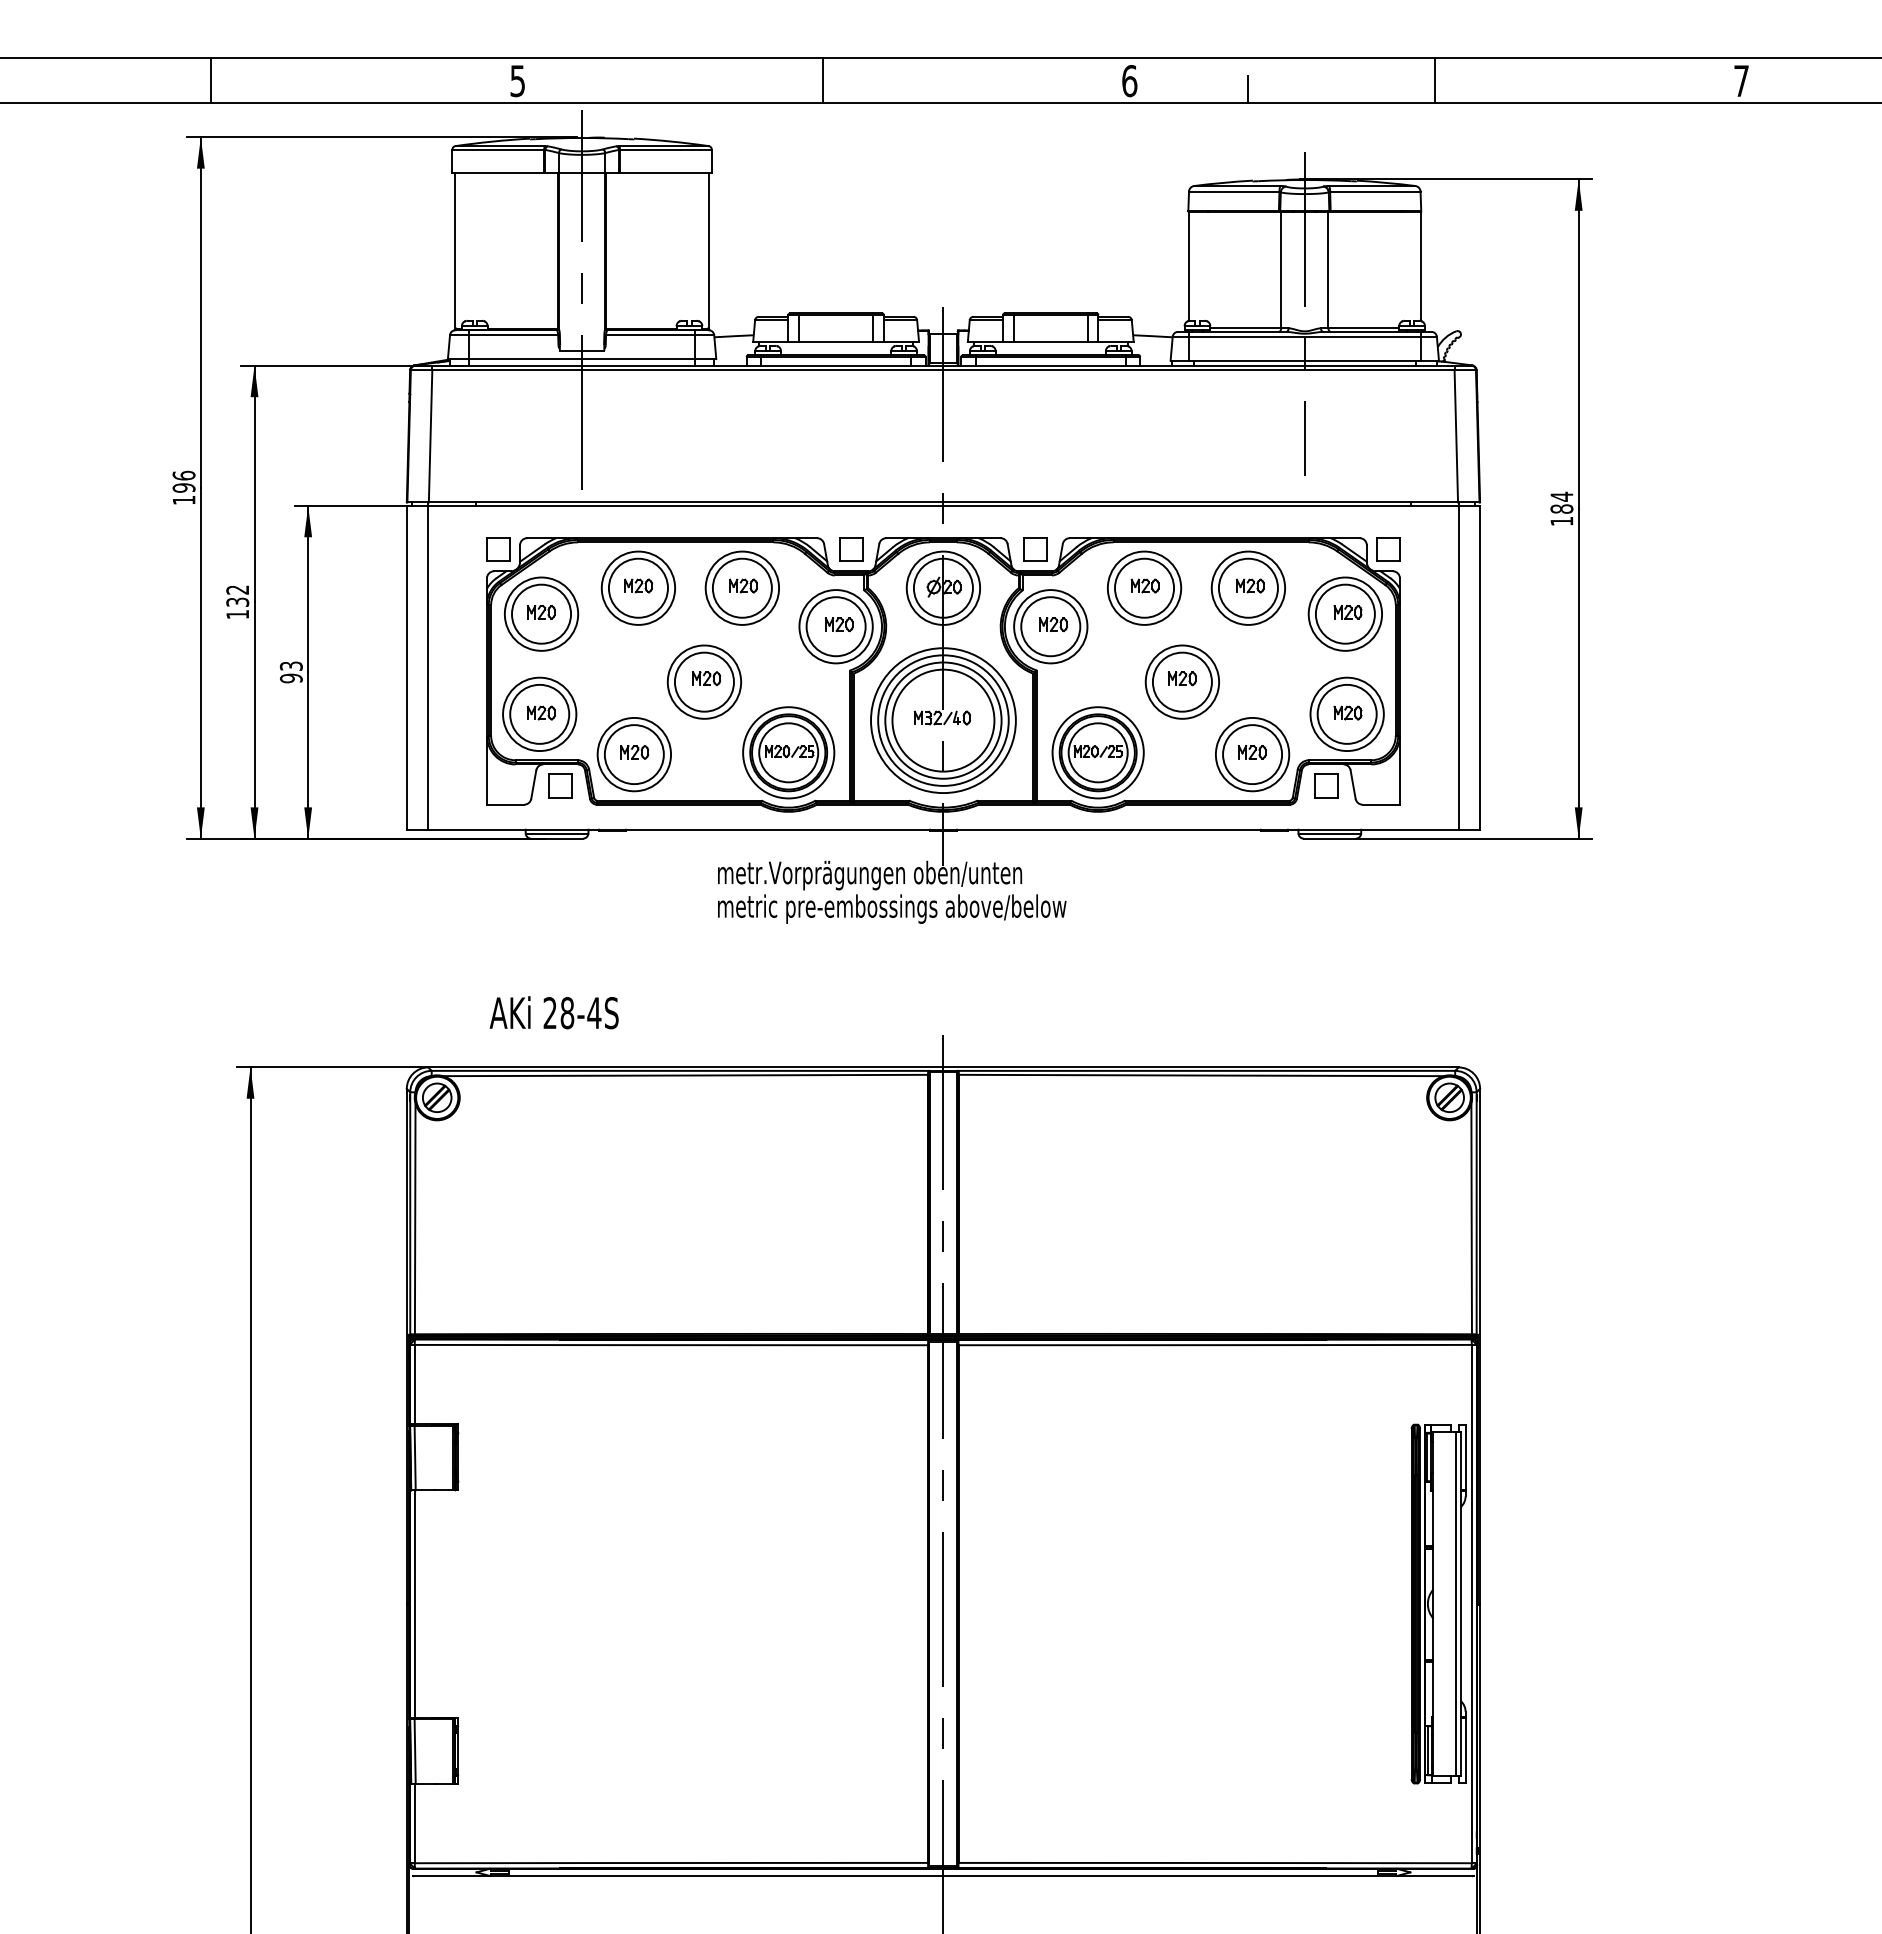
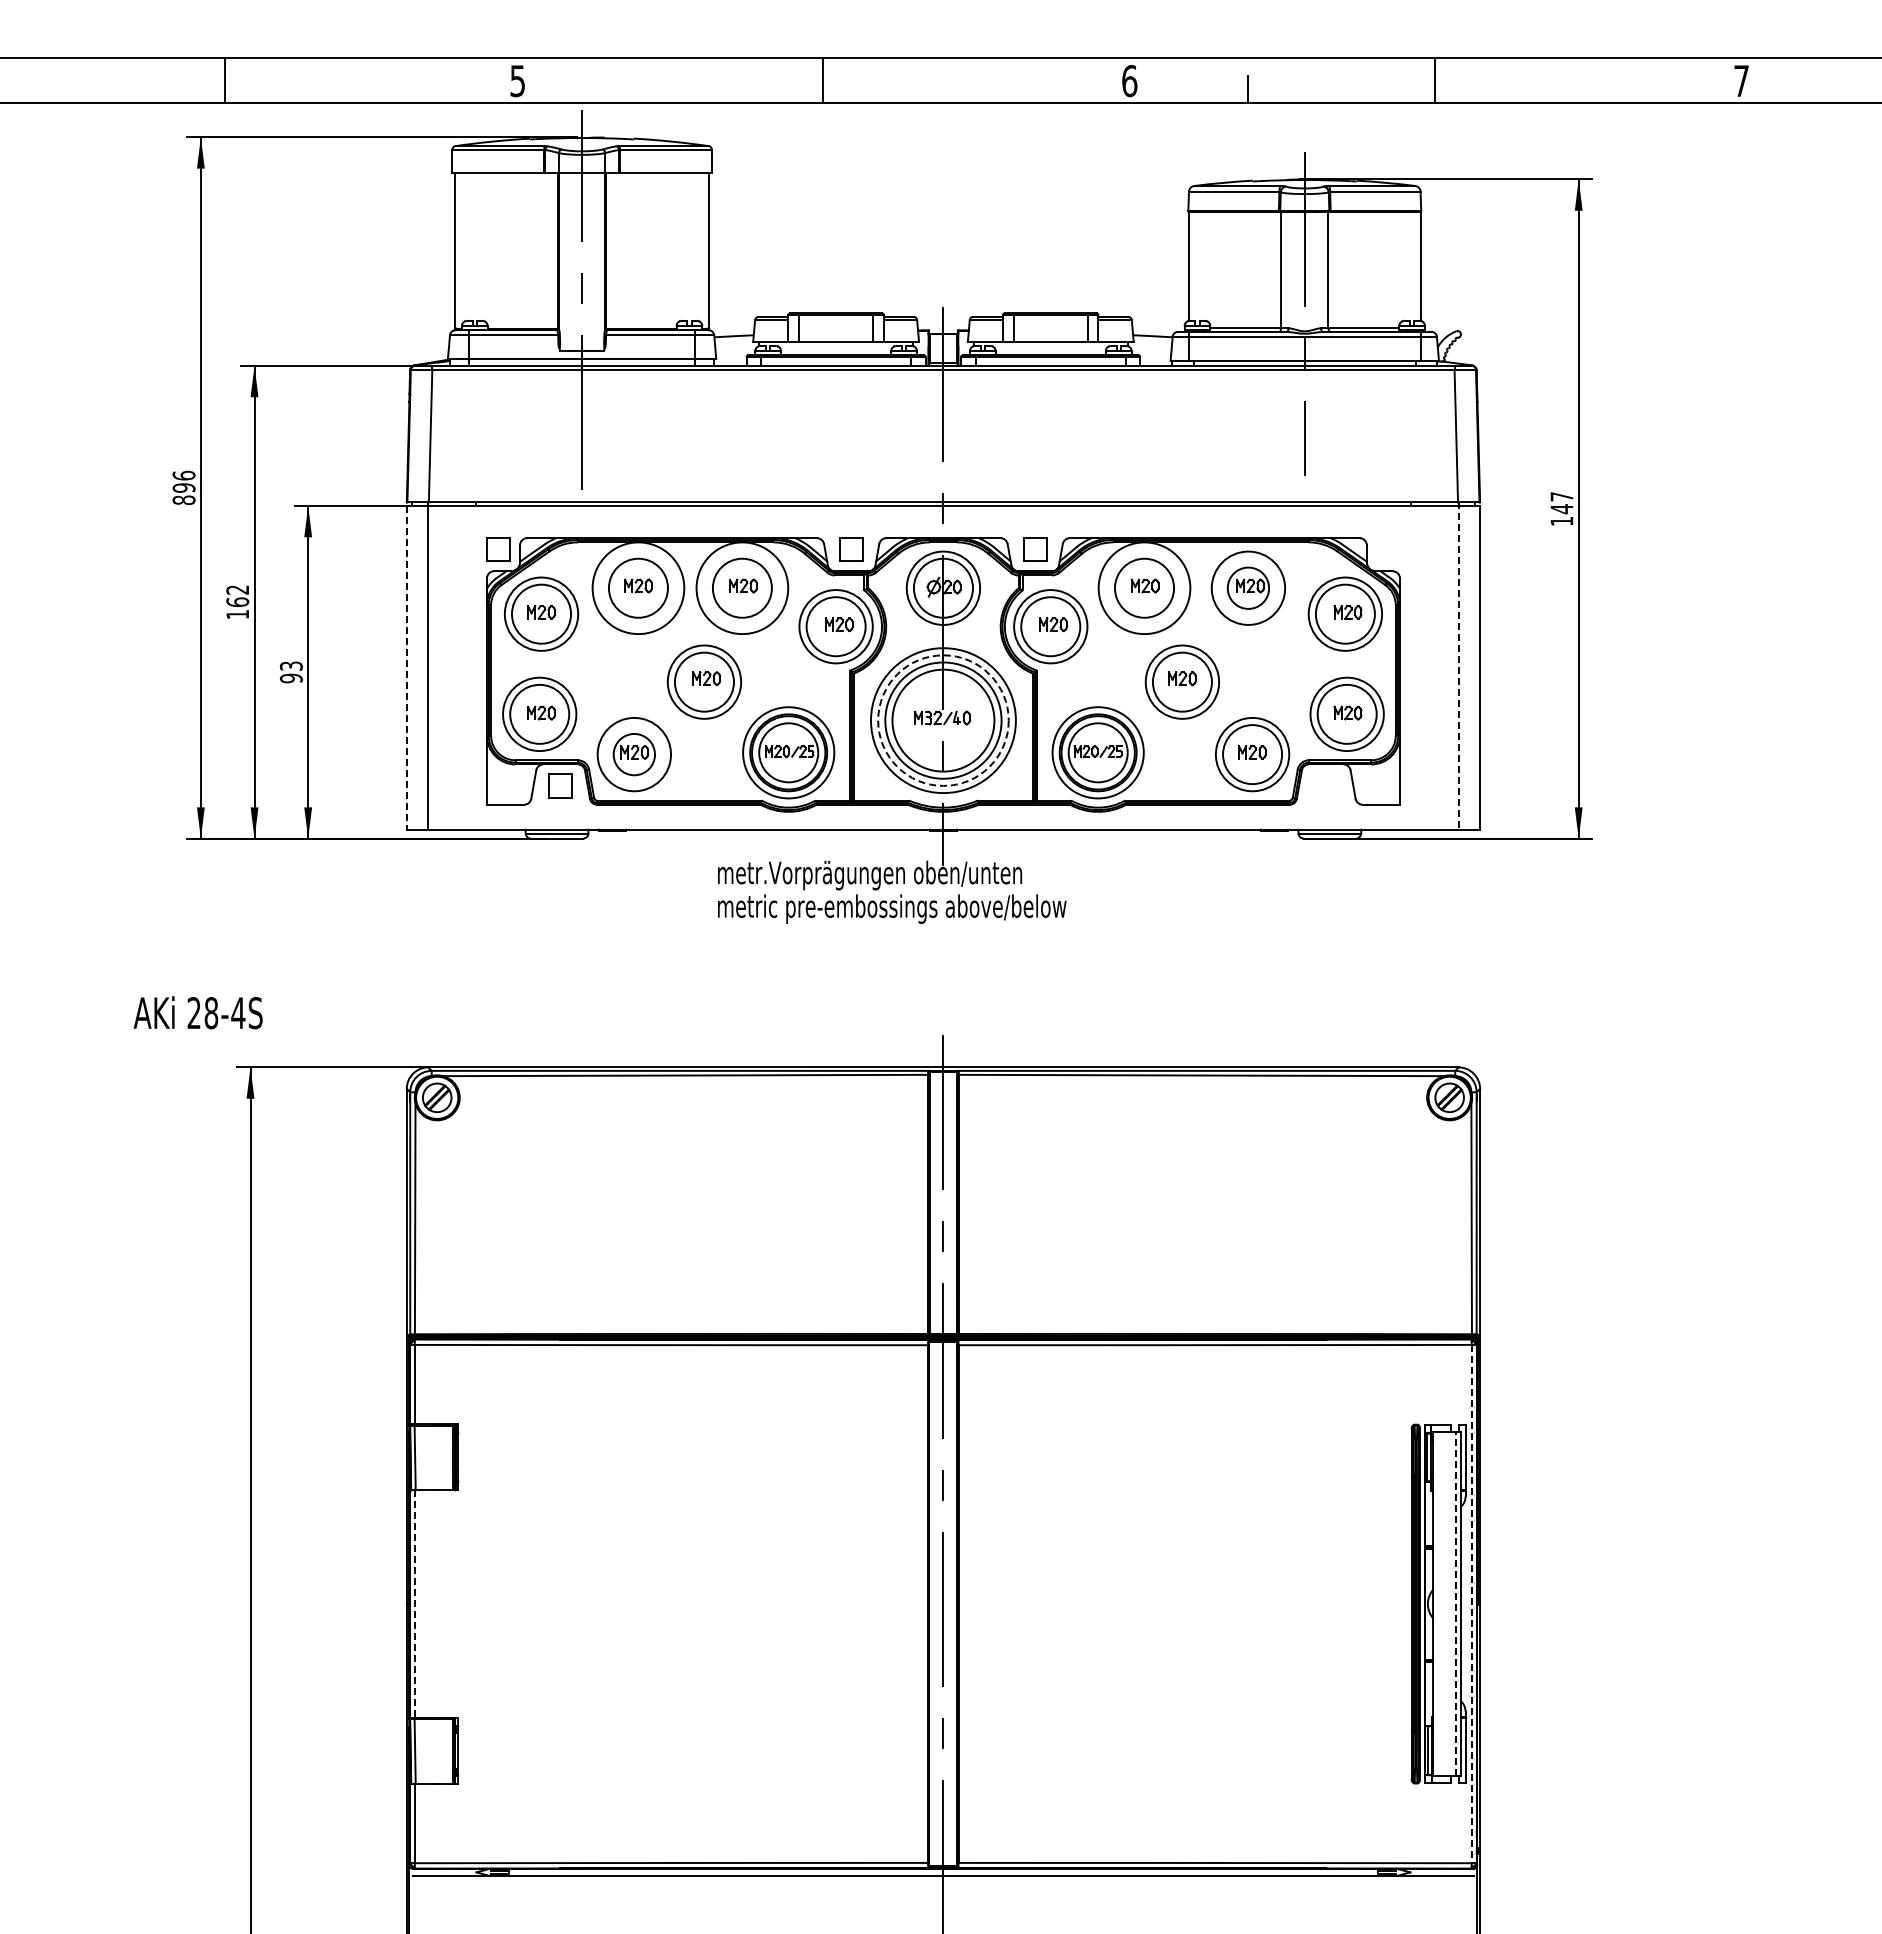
line at (210, 80) position: (210, 80) -> (224, 80)
text at (183, 500): 196 -> 896
text at (1561, 502): 184 -> 147
part at (1388, 549): present -> none
circle at (638, 587) diameter: 73 px -> 92 px
circle at (742, 587) diameter: 73 px -> 92 px
circle at (1144, 587) diameter: 73 px -> 92 px
circle at (1247, 587) diameter: 59 px -> 41 px
text at (237, 601): 132 -> 162
line at (1458, 666): solid -> dashed
line at (406, 667): solid -> dashed
circle at (943, 720): solid -> dashed
circle at (633, 754) diameter: 59 px -> 41 px
part at (1326, 785): present -> none
text at (553, 1012) position: (553, 1012) -> (197, 1012)
line at (414, 1604): solid -> dashed
line at (1456, 1604): solid -> dashed
line at (1471, 1604): solid -> dashed
